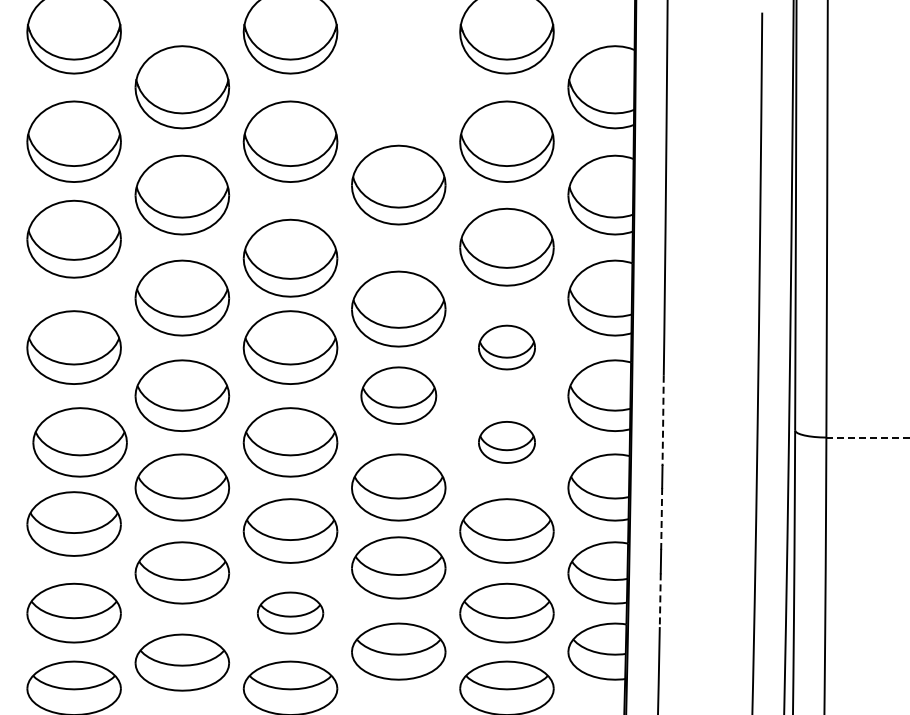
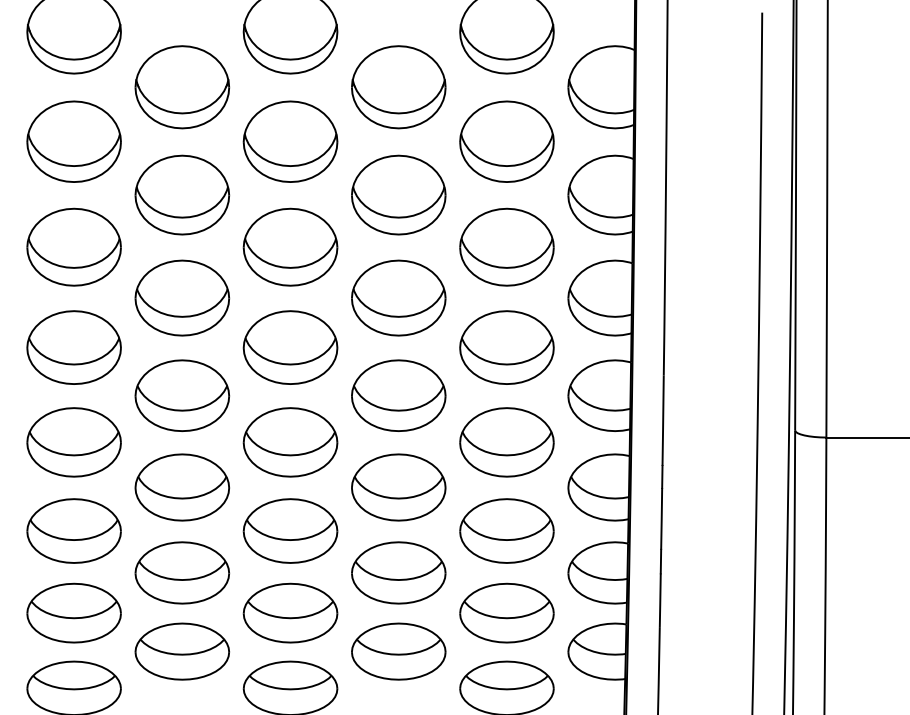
part at (398, 87): none -> present
part at (398, 184) position: (398, 184) -> (398, 194)
part at (73, 238) position: (73, 238) -> (73, 246)
part at (290, 257) position: (290, 257) -> (290, 246)
part at (398, 308) position: (398, 308) -> (398, 297)
part at (506, 347) size: 58x47 px -> 96x75 px
part at (398, 395) size: 78x59 px -> 96x73 px
line at (663, 421): dashed -> solid
line at (868, 437): dashed -> solid
part at (79, 442) position: (79, 442) -> (73, 442)
part at (506, 442) size: 58x43 px -> 96x71 px
line at (661, 519): dashed -> solid
part at (73, 523) position: (73, 523) -> (73, 530)
part at (398, 567) position: (398, 567) -> (398, 572)
line at (660, 601): dashed -> solid
part at (290, 612) size: 69x44 px -> 97x62 px
part at (181, 662) position: (181, 662) -> (181, 651)
